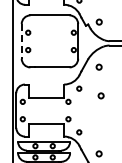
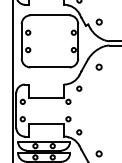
line at (21, 41): dashed -> solid
circle at (100, 95): present -> none
